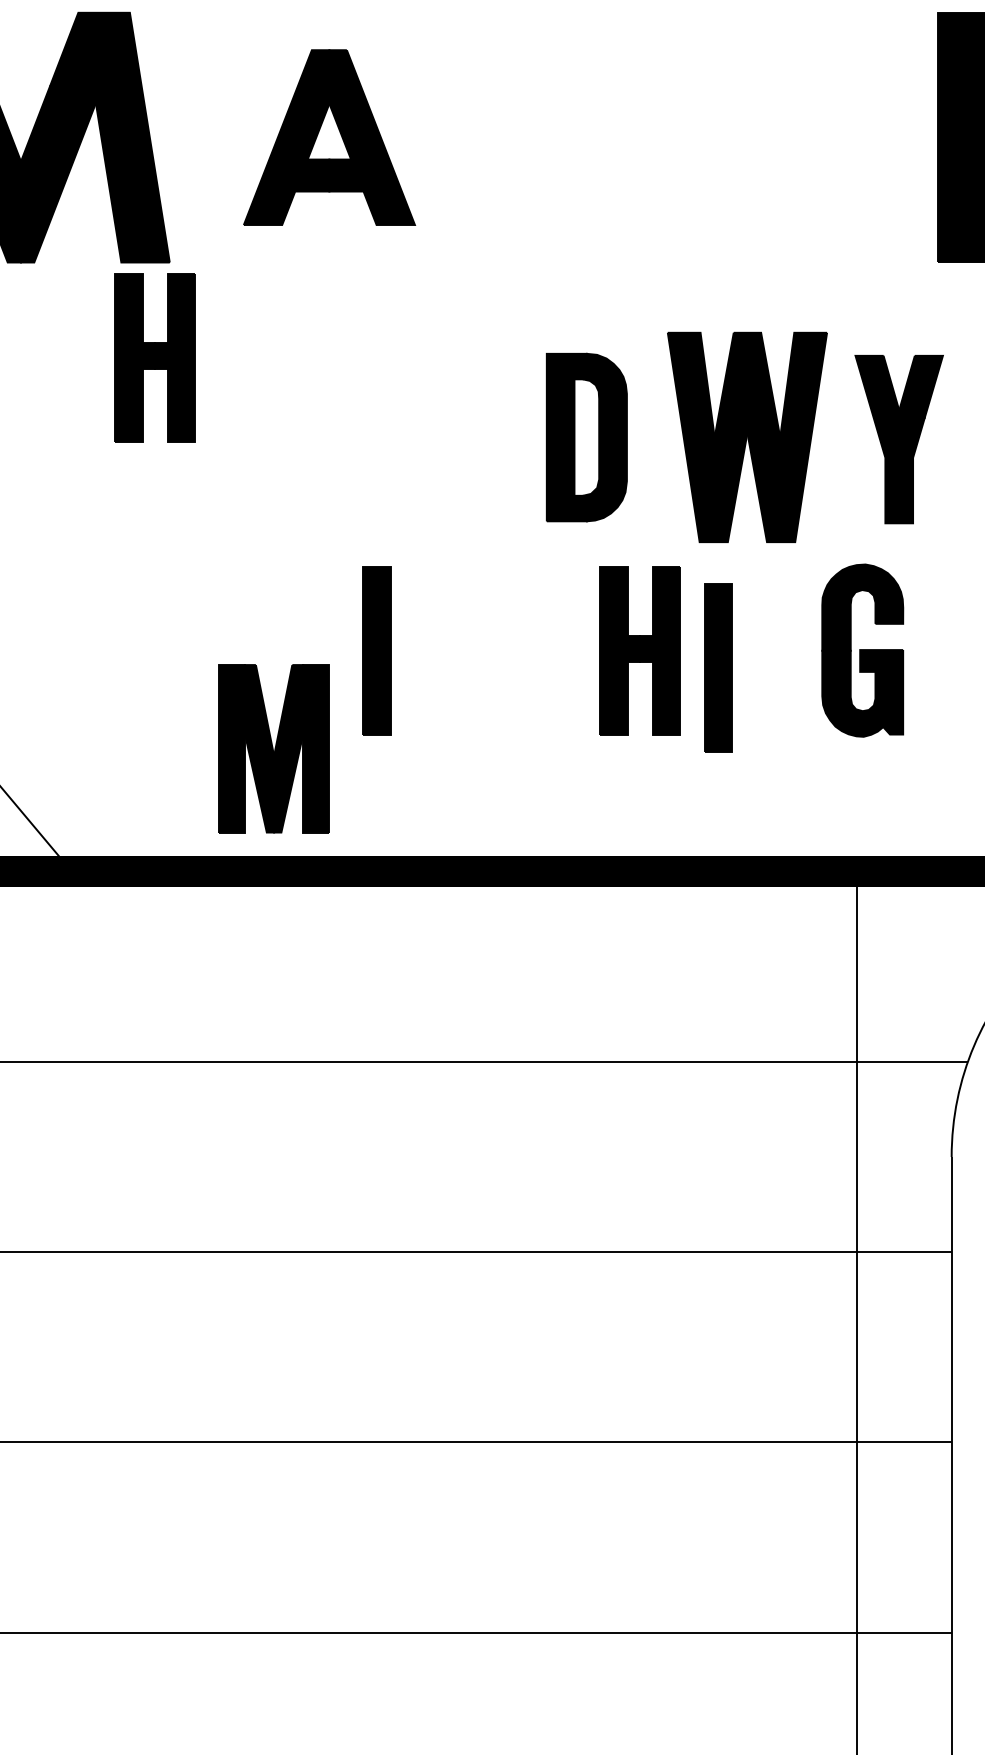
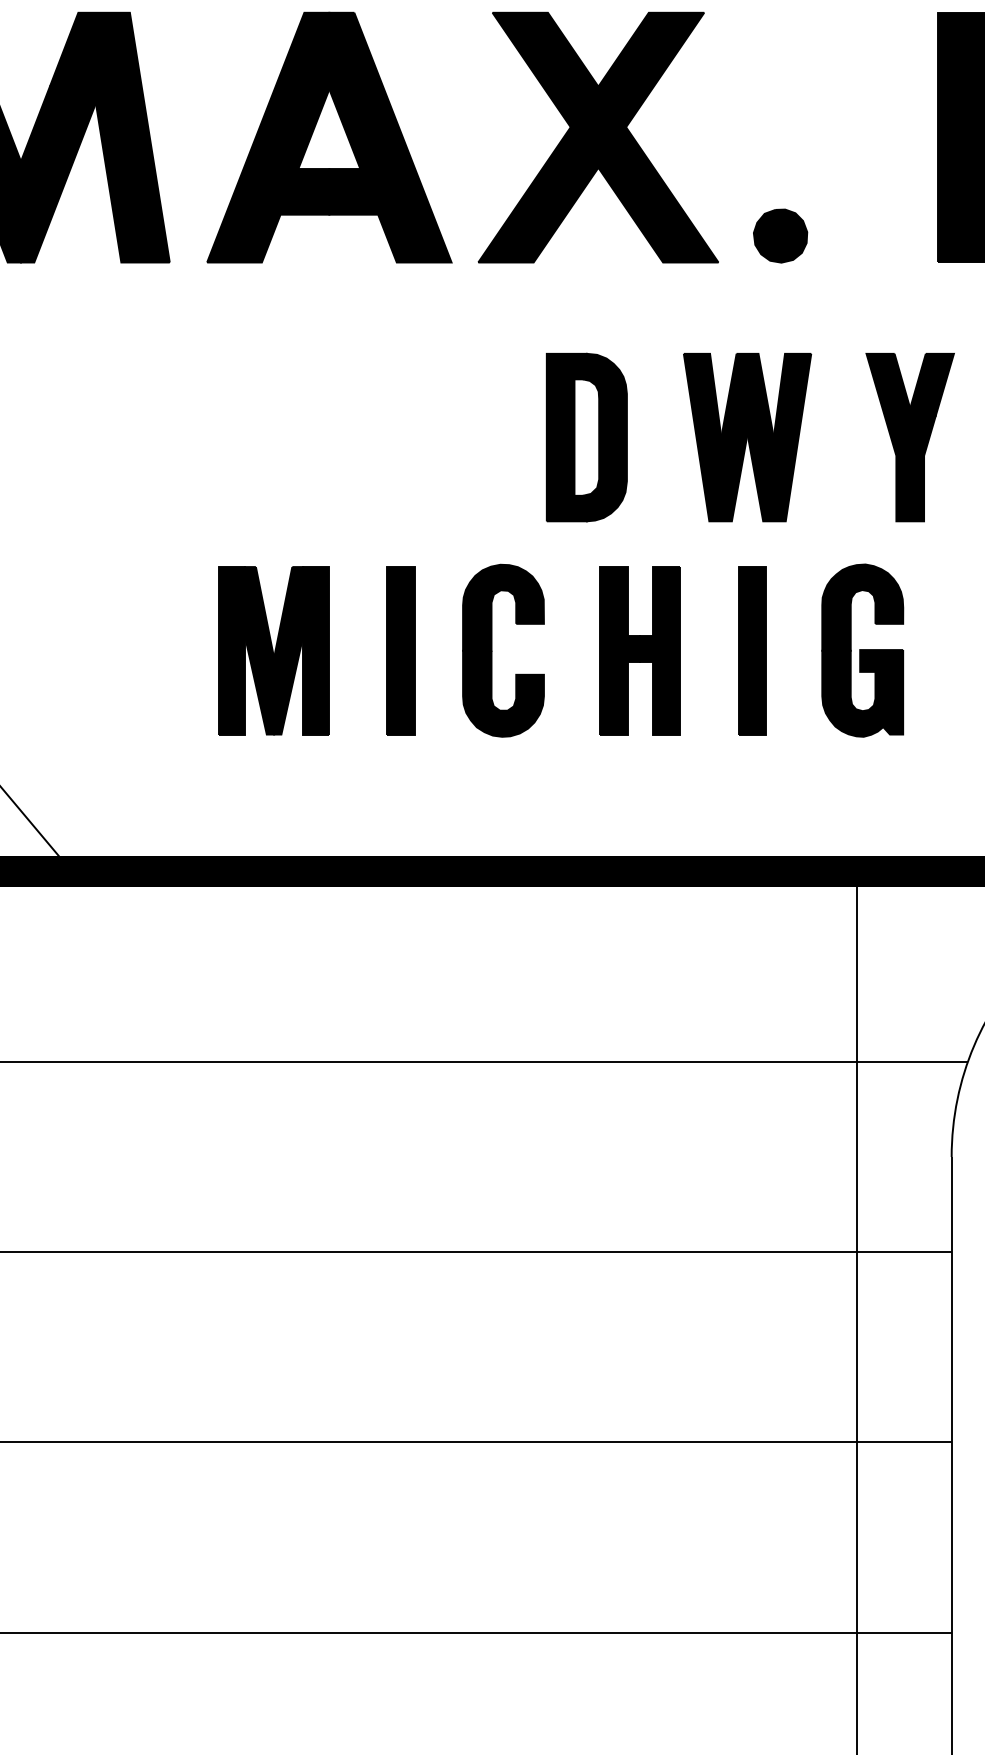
part at (329, 137) size: 174x177 px -> 247x253 px
part at (597, 137): none -> present
part at (780, 235): none -> present
part at (154, 357): present -> none
part at (747, 436) size: 161x212 px -> 130x170 px
part at (898, 439) position: (898, 439) -> (909, 437)
part at (376, 650) position: (376, 650) -> (400, 650)
part at (492, 650): none -> present
part at (718, 667) position: (718, 667) -> (752, 650)
part at (273, 748) position: (273, 748) -> (273, 650)
